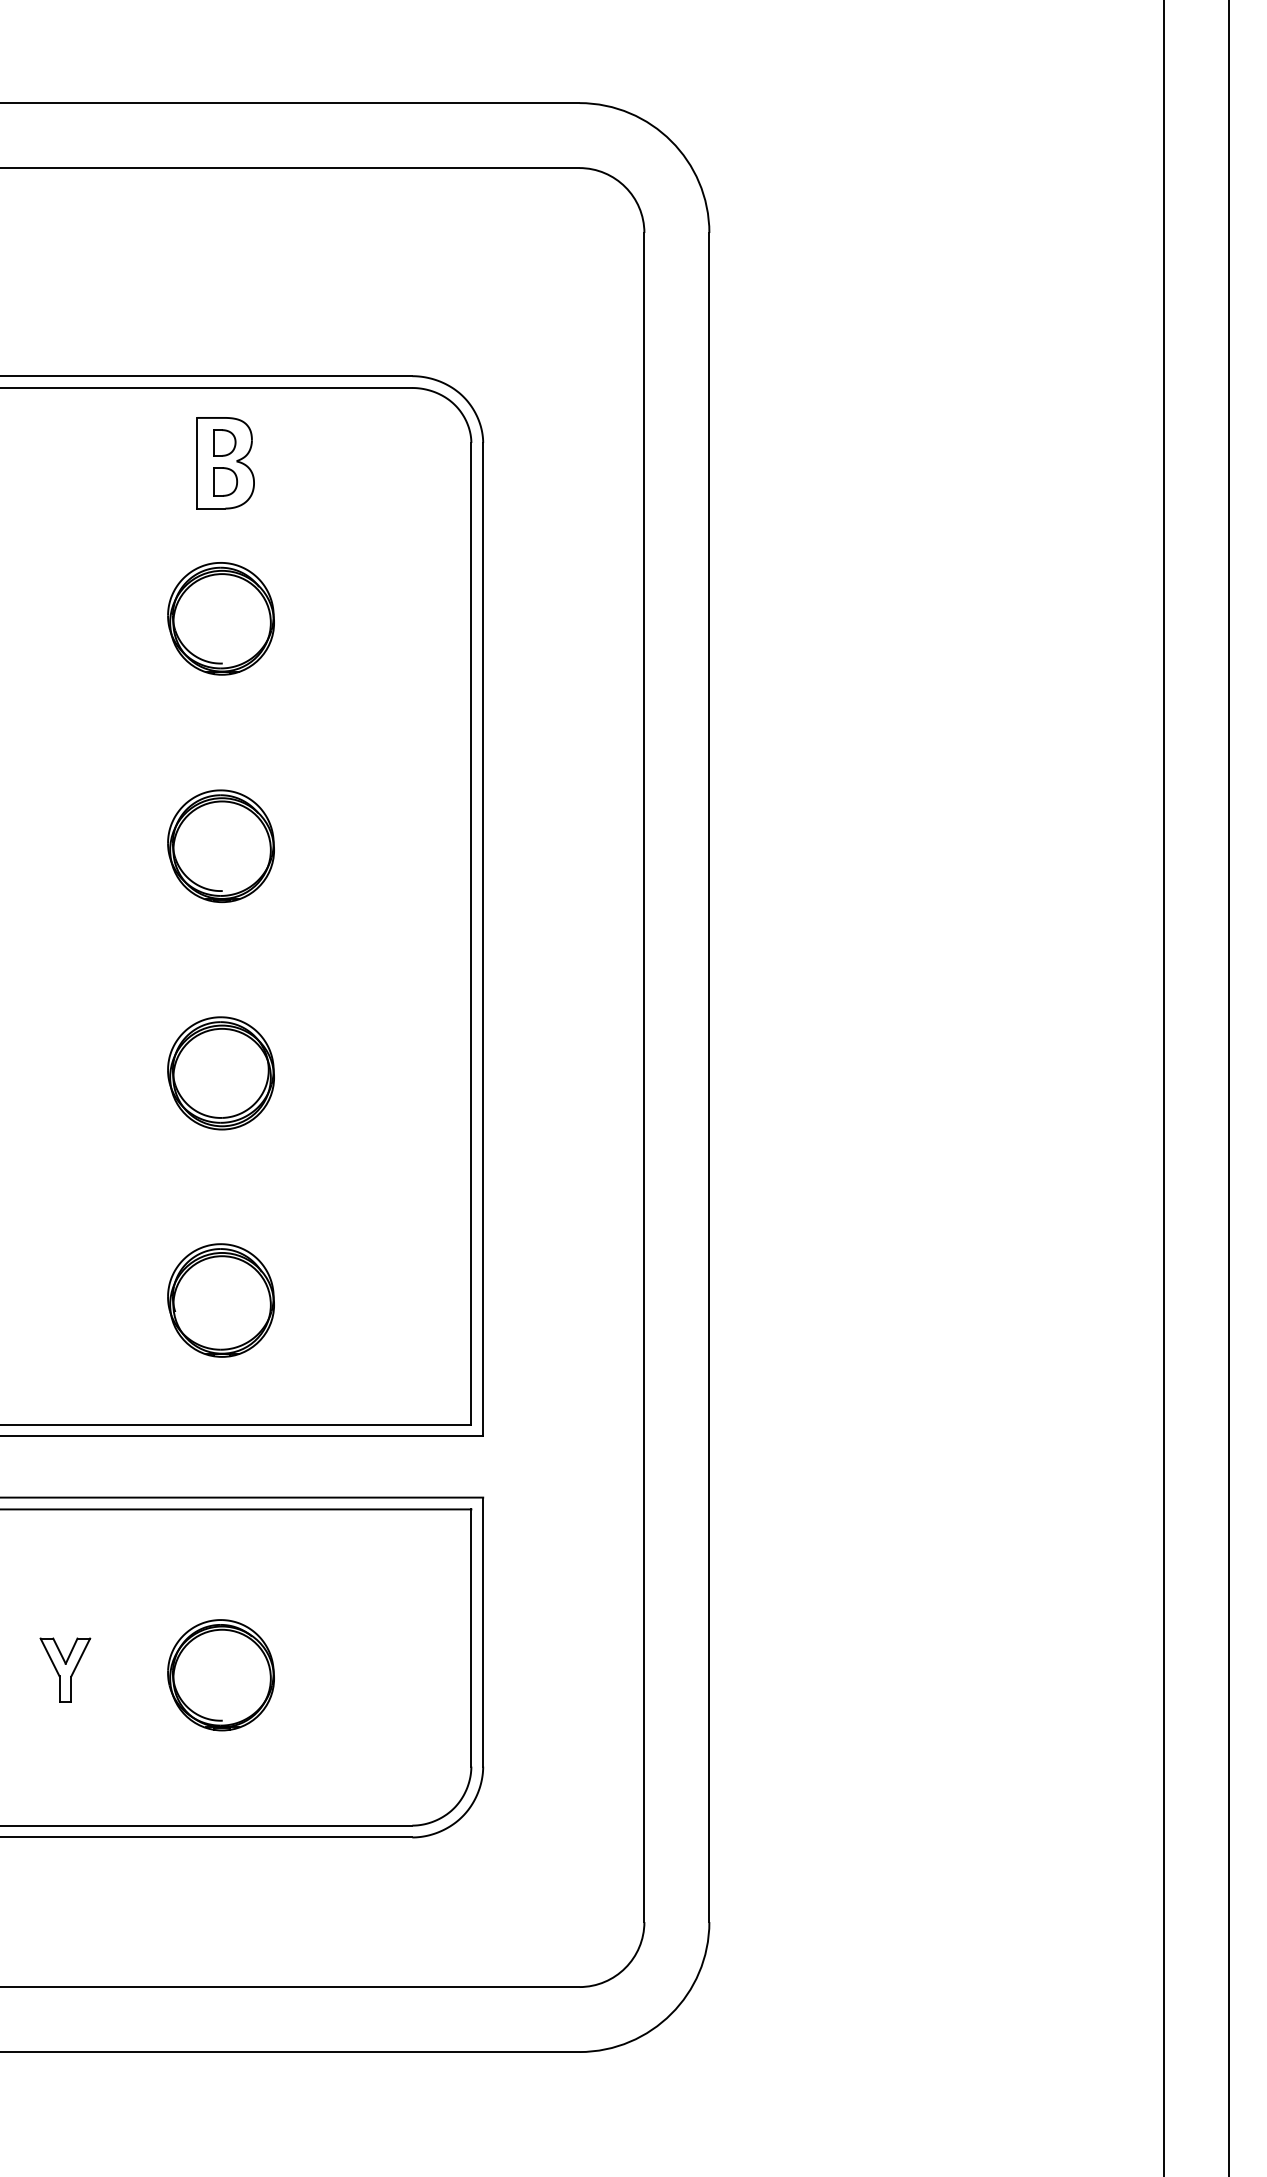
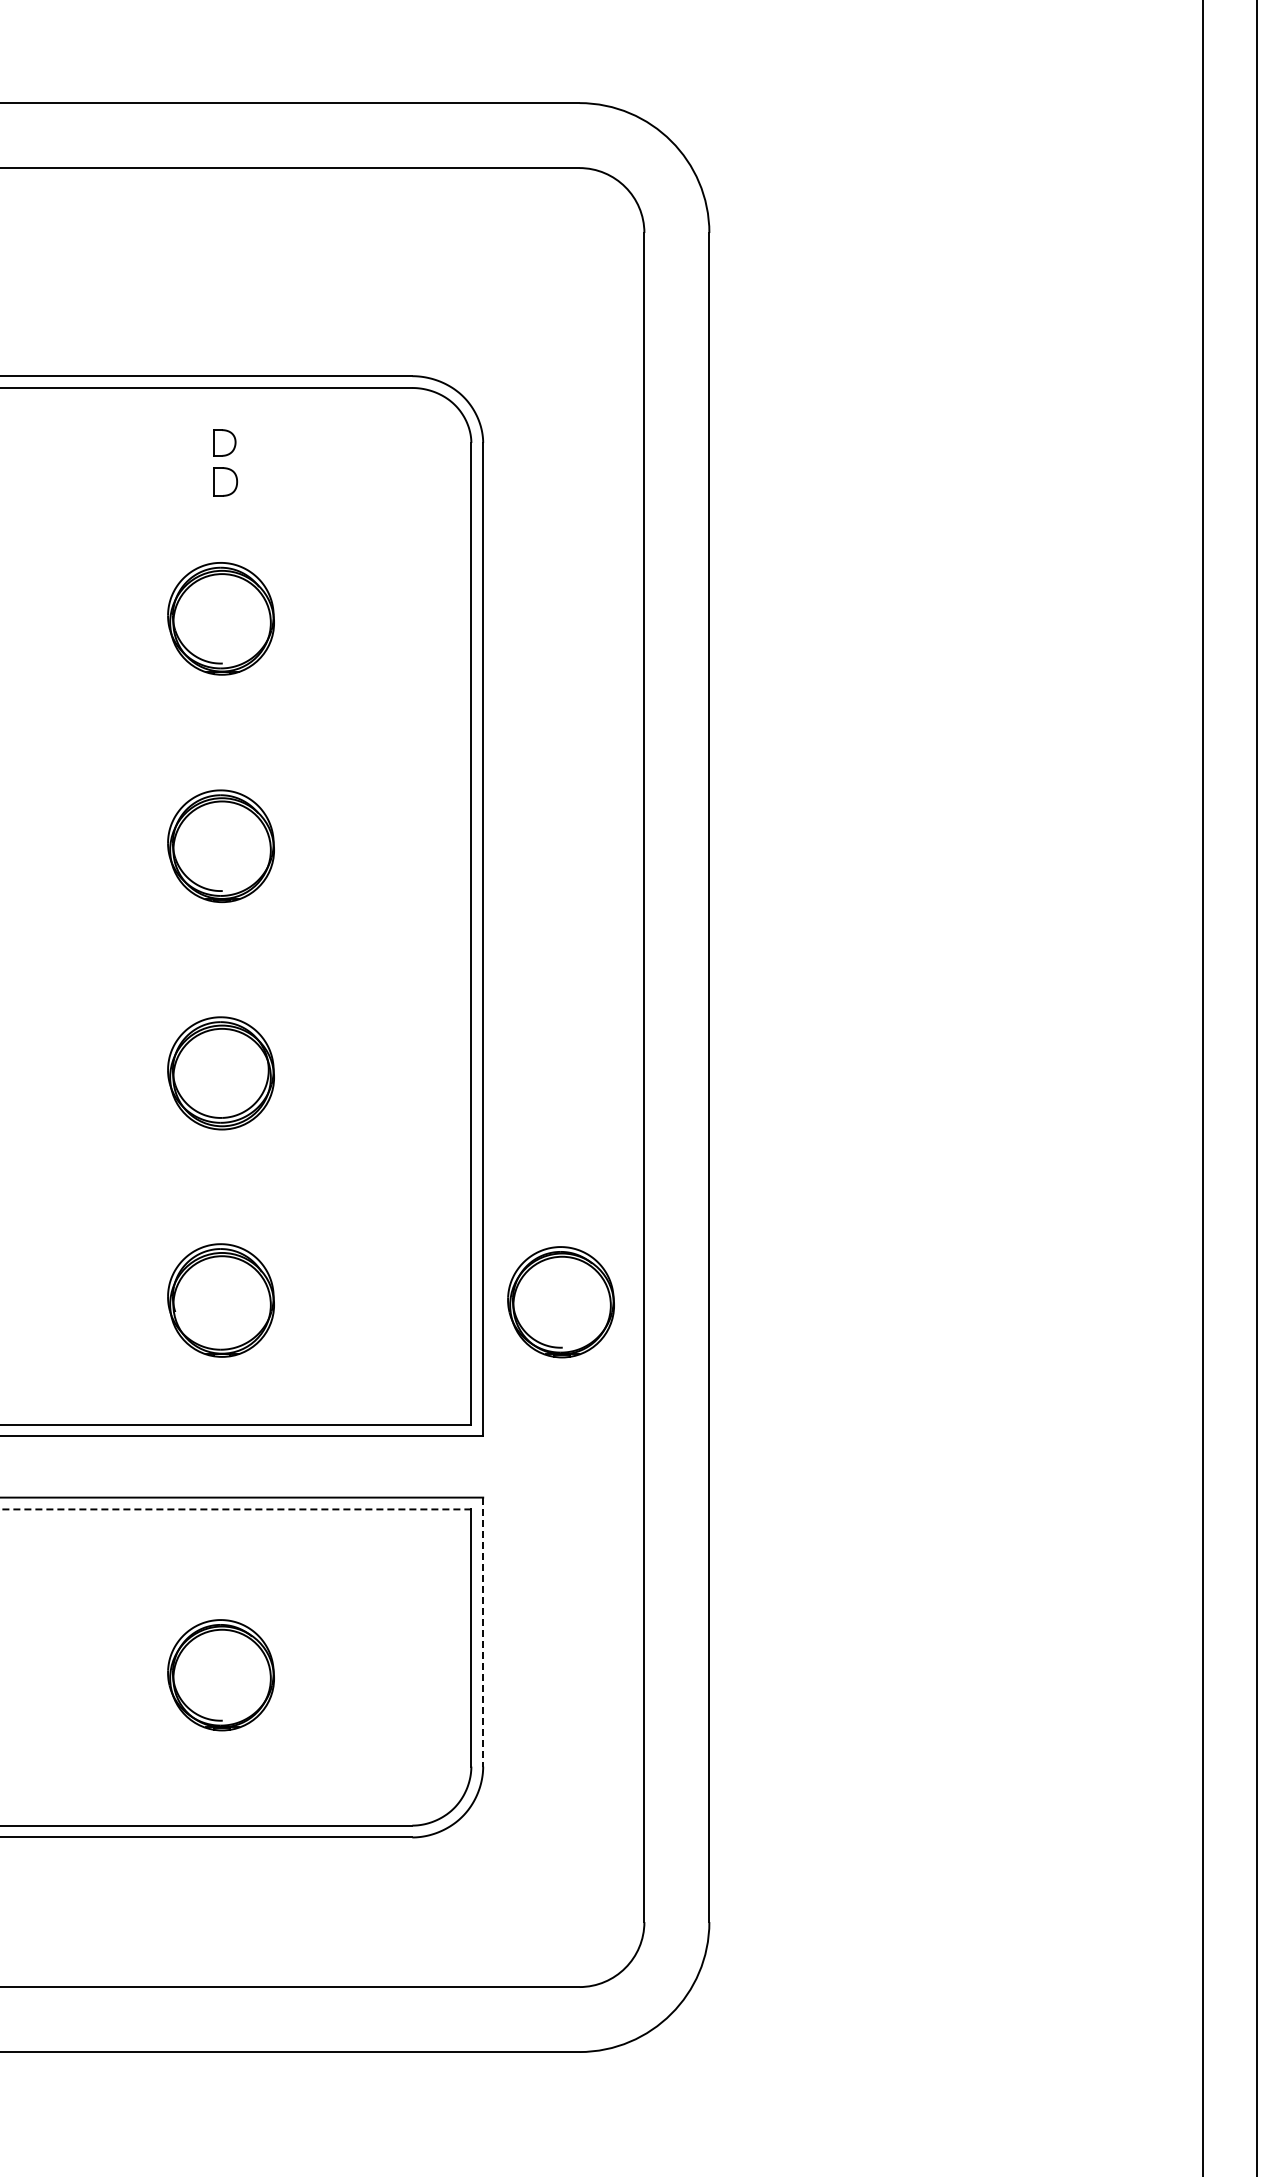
part at (225, 463): present -> none
line at (1164, 1087) position: (1164, 1087) -> (1203, 1087)
line at (1229, 1087) position: (1229, 1087) -> (1257, 1087)
part at (560, 1302): none -> present
line at (235, 1509): solid -> dashed
line at (483, 1632): solid -> dashed
part at (65, 1669): present -> none
